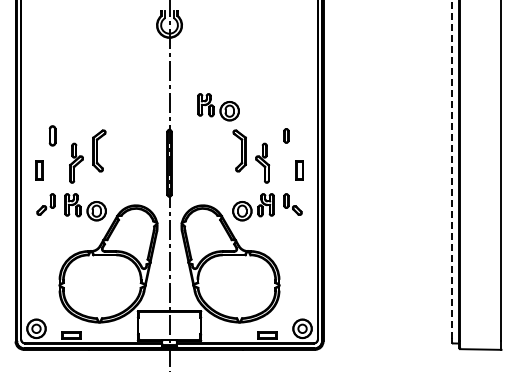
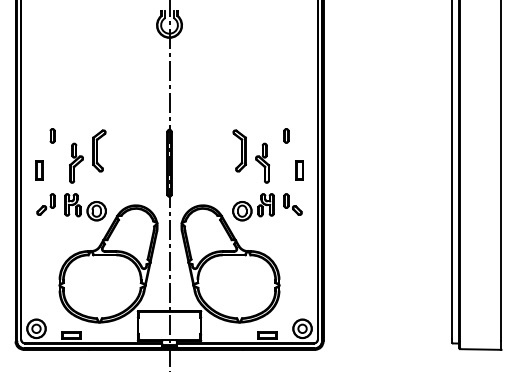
part at (218, 107): present -> none
part at (52, 135) size: 9x22 px -> 7x16 px
line at (452, 169): dashed -> solid
